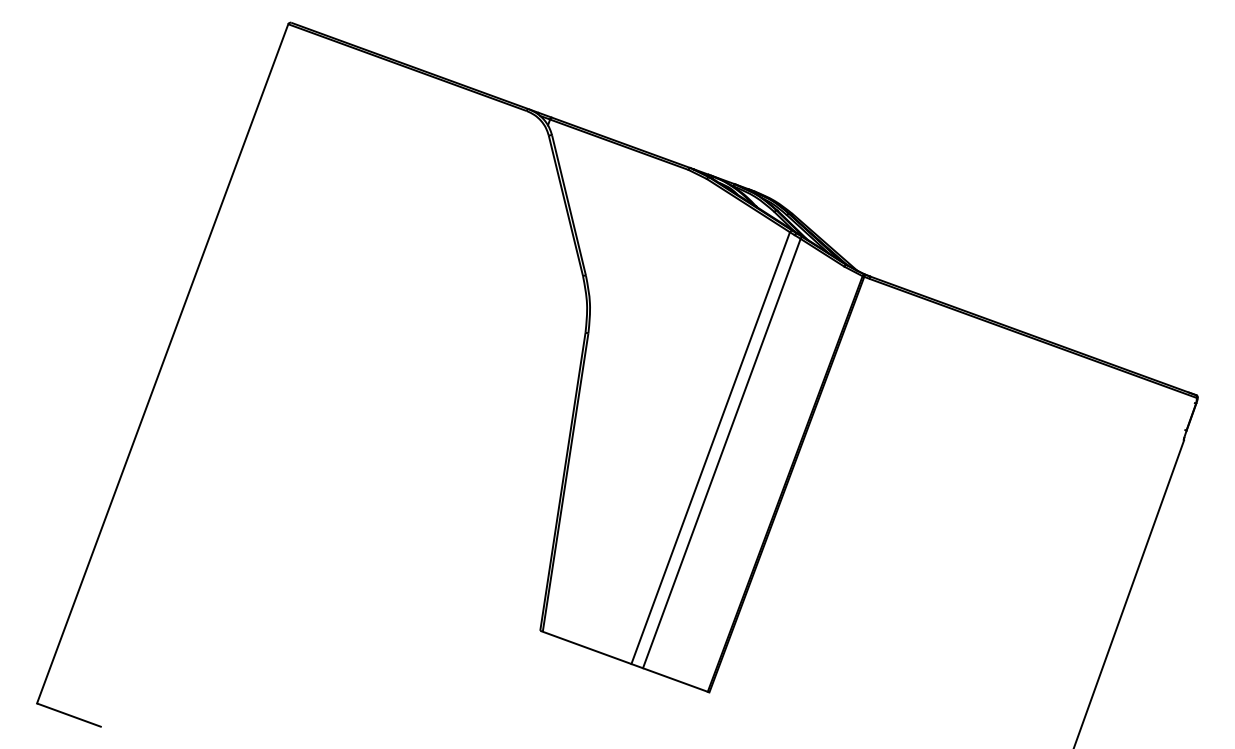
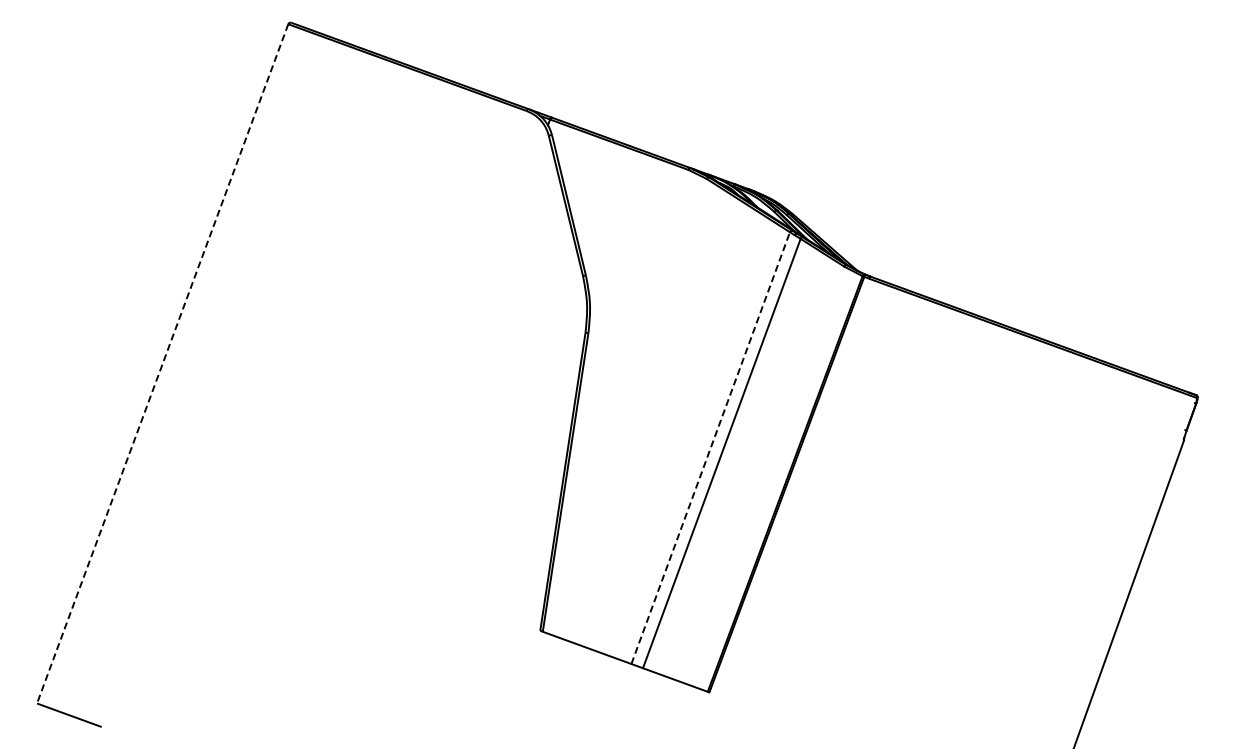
line at (162, 364): solid -> dashed
line at (710, 448): solid -> dashed
